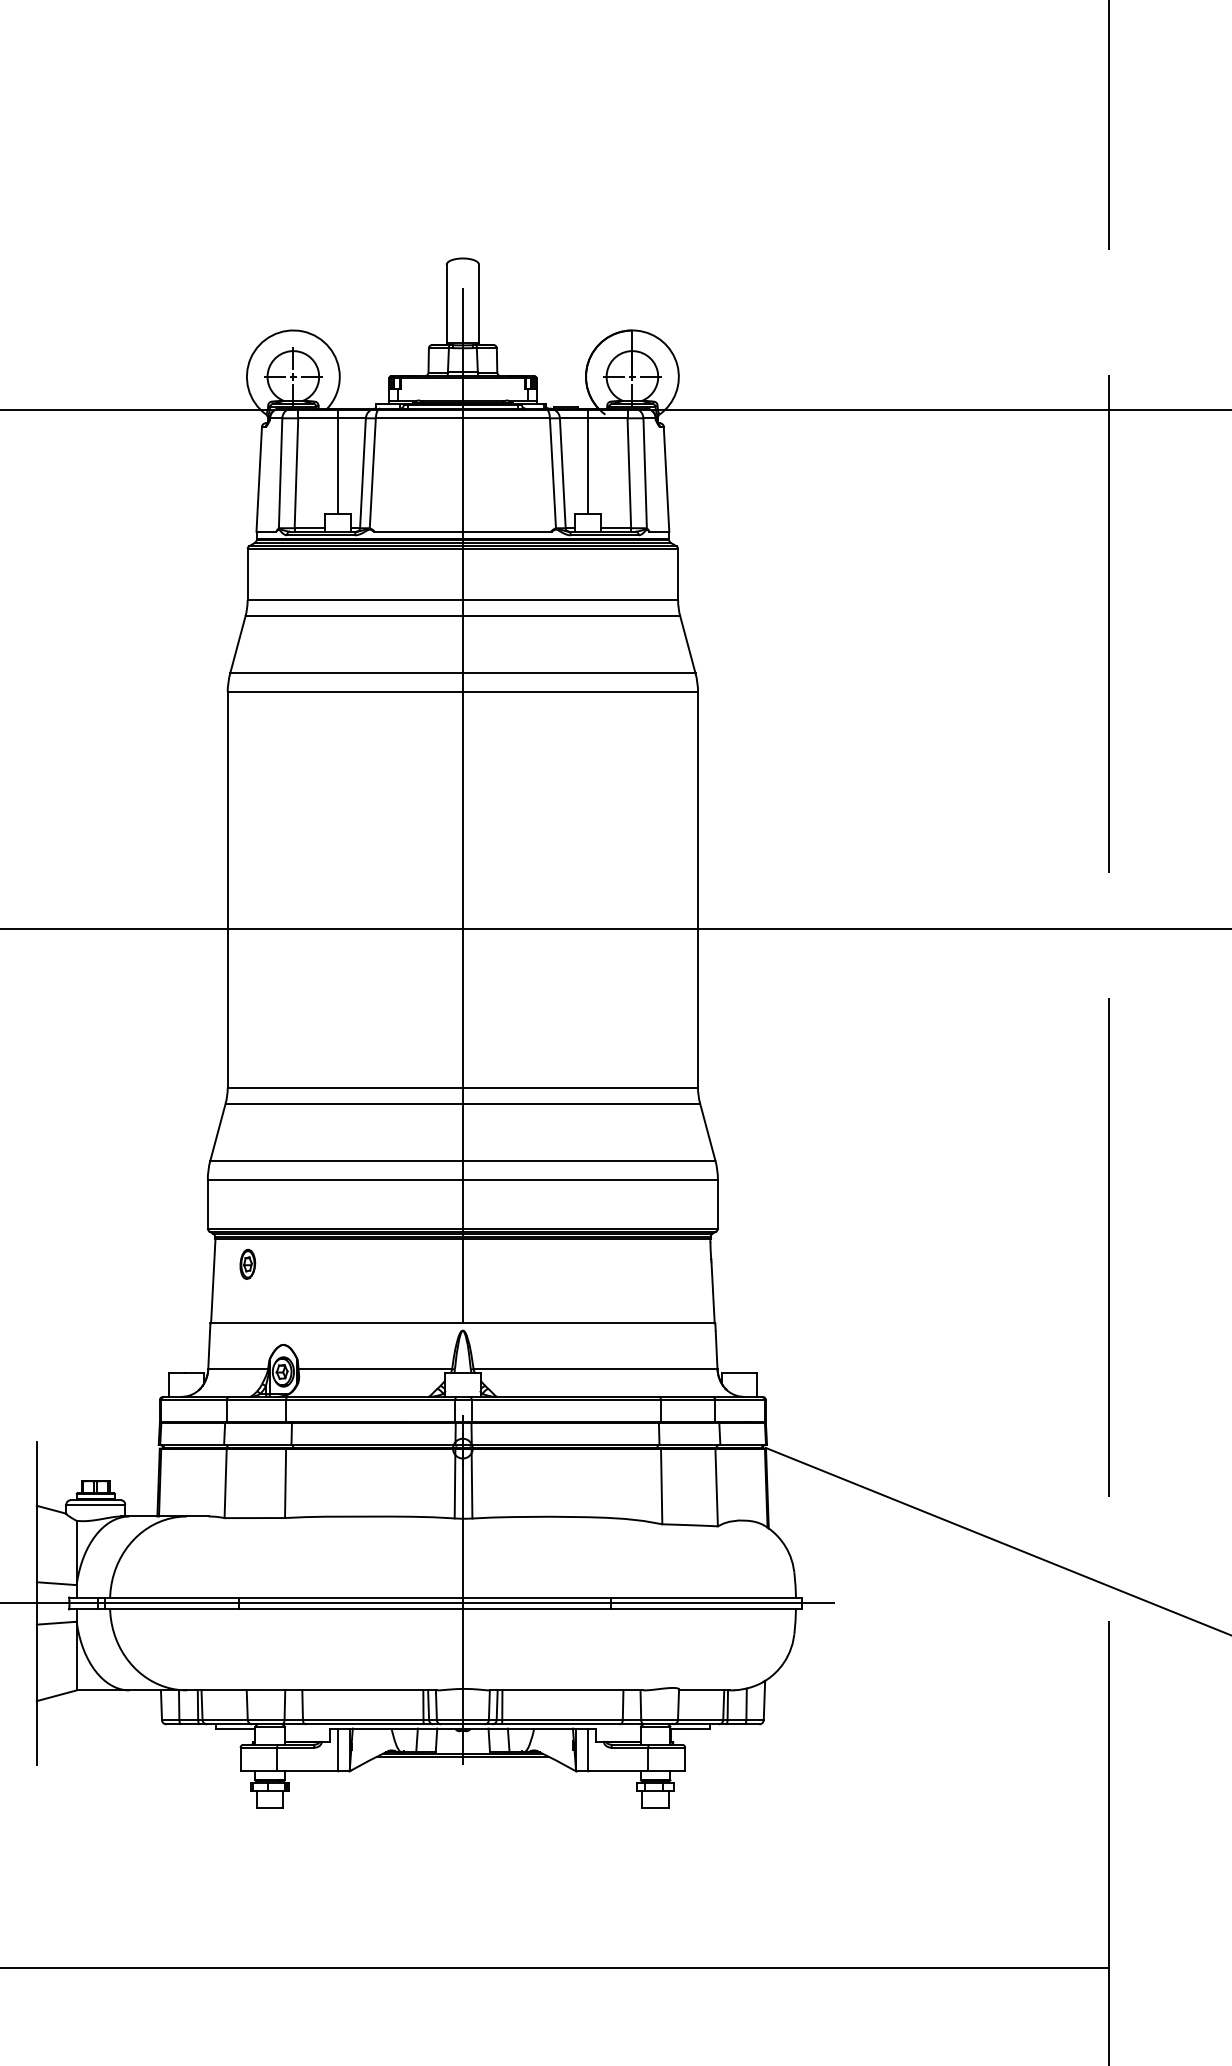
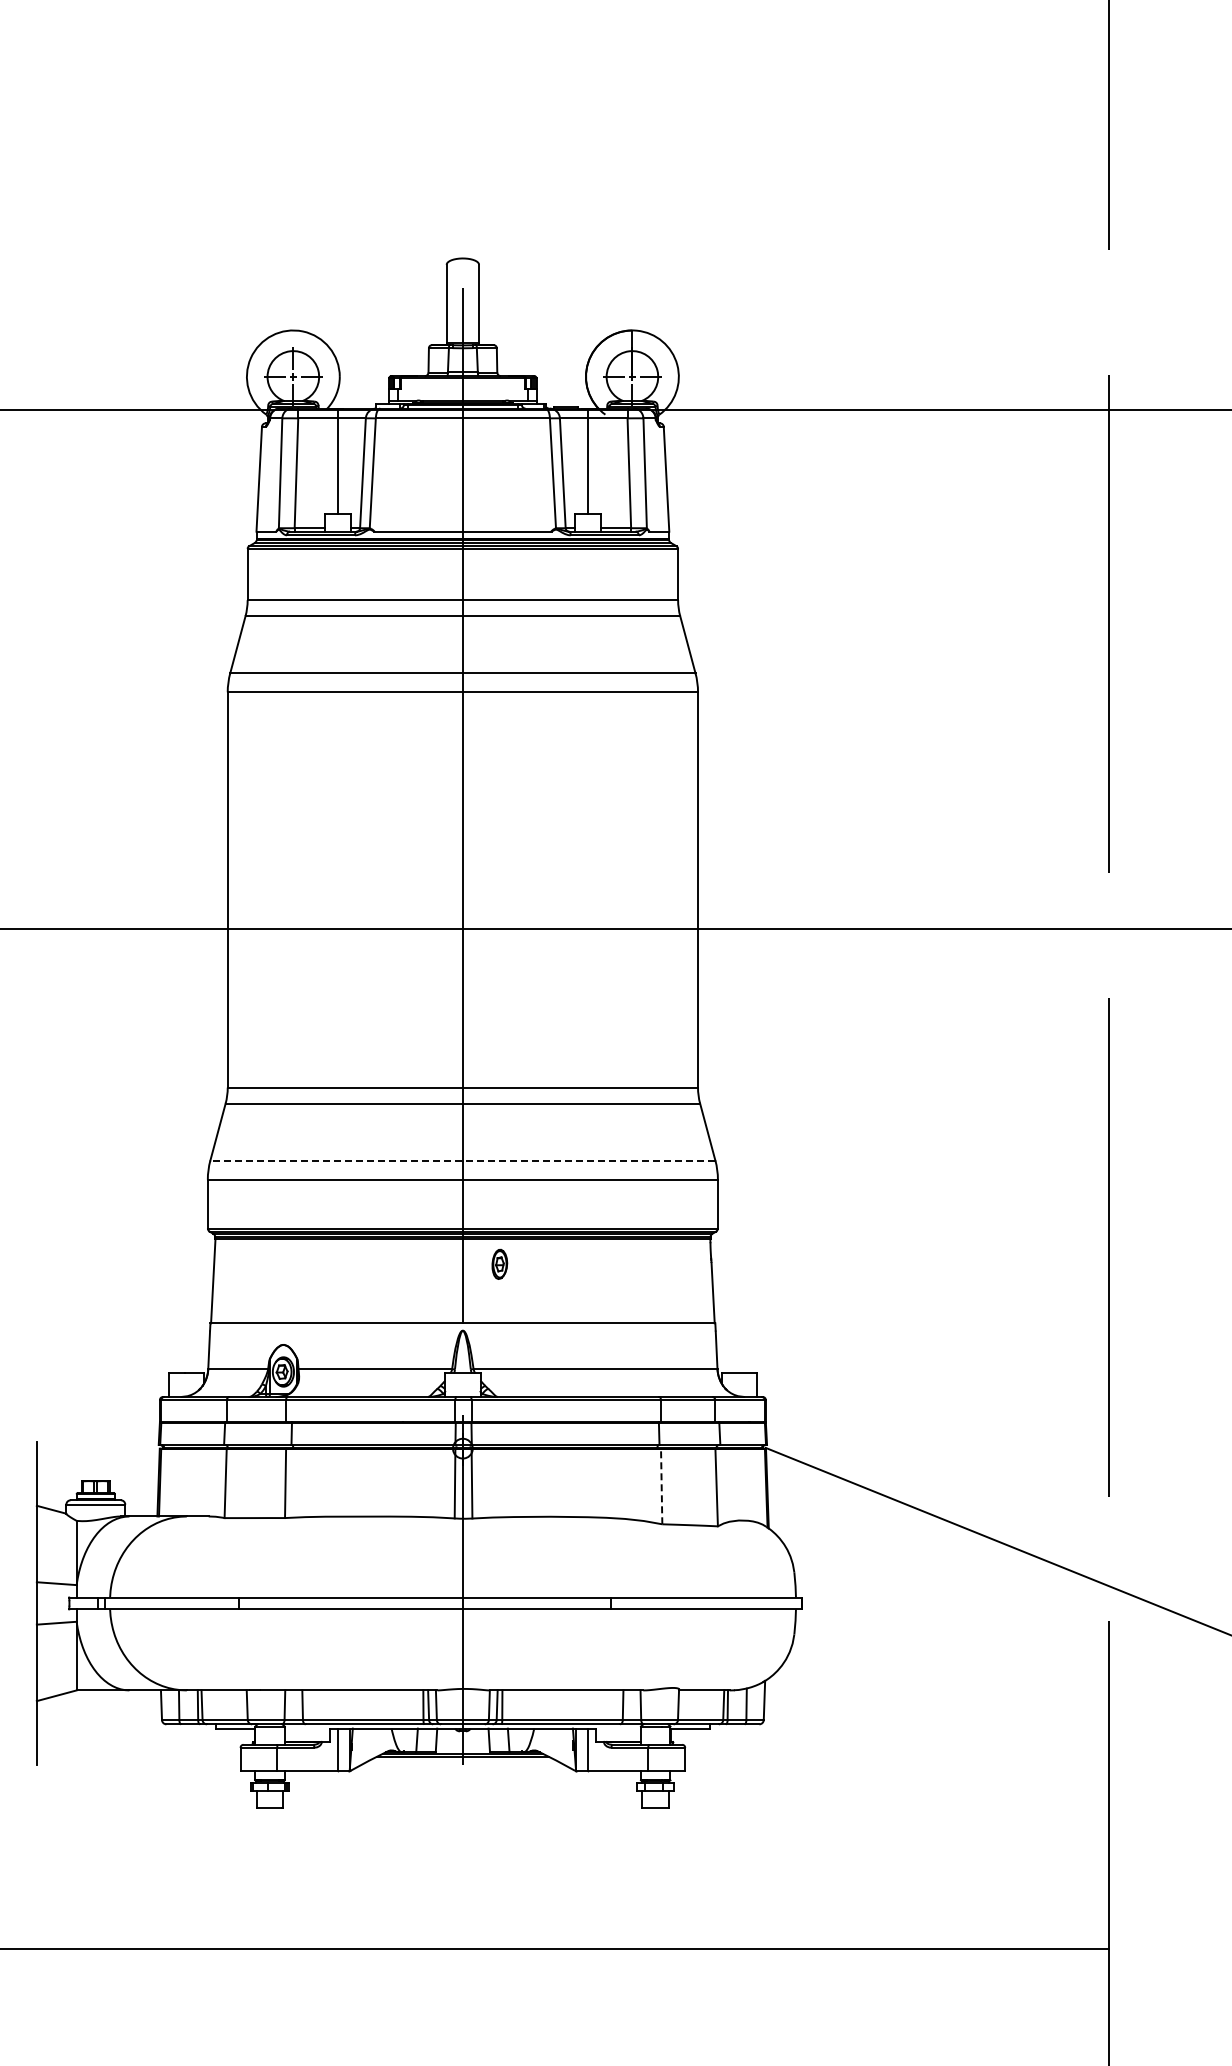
line at (462, 1160): solid -> dashed
part at (247, 1263) position: (247, 1263) -> (499, 1263)
line at (661, 1486): solid -> dashed
line at (418, 1603): present -> none
line at (555, 1967) position: (555, 1967) -> (555, 1948)
